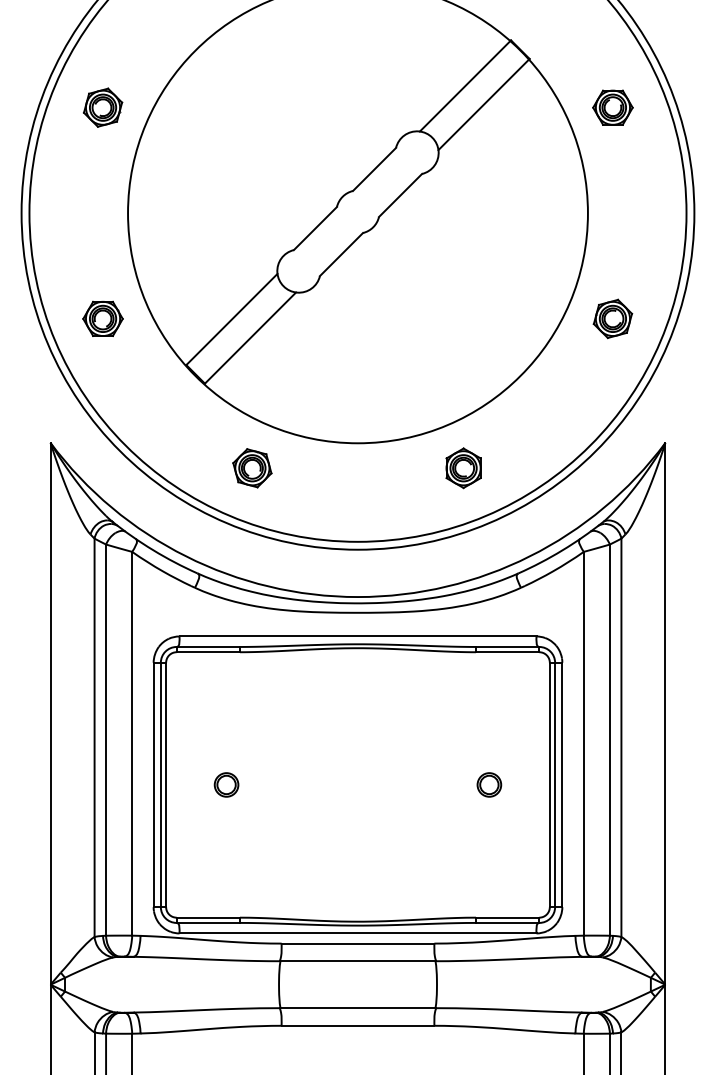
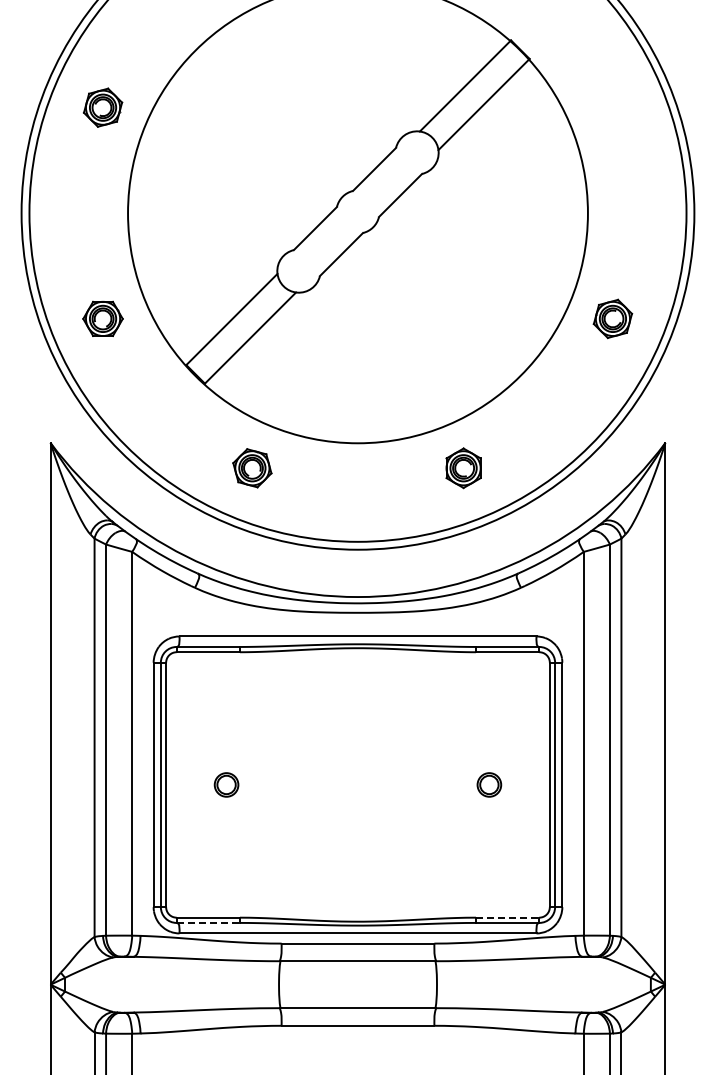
part at (612, 107): present -> none
line at (507, 917): solid -> dashed
line at (208, 922): solid -> dashed
